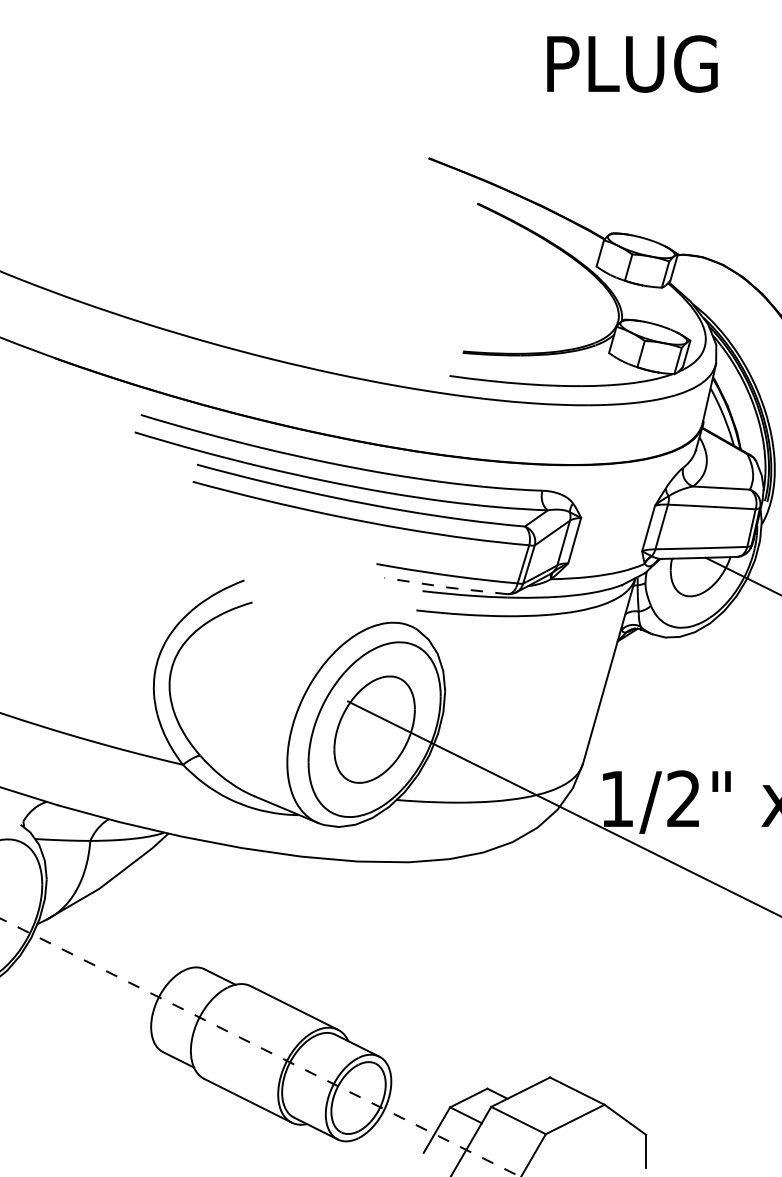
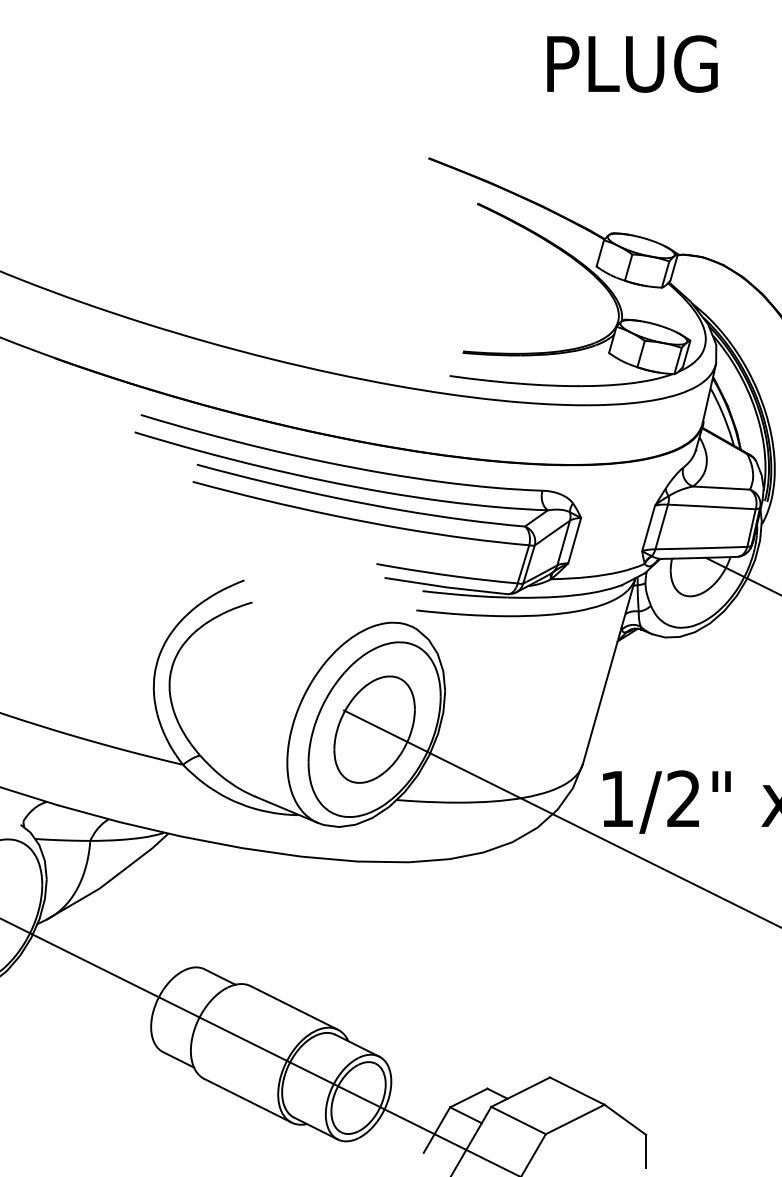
line at (445, 587): dashed -> solid
line at (563, 808) position: (563, 808) -> (561, 818)
line at (260, 1047): dashed -> solid
